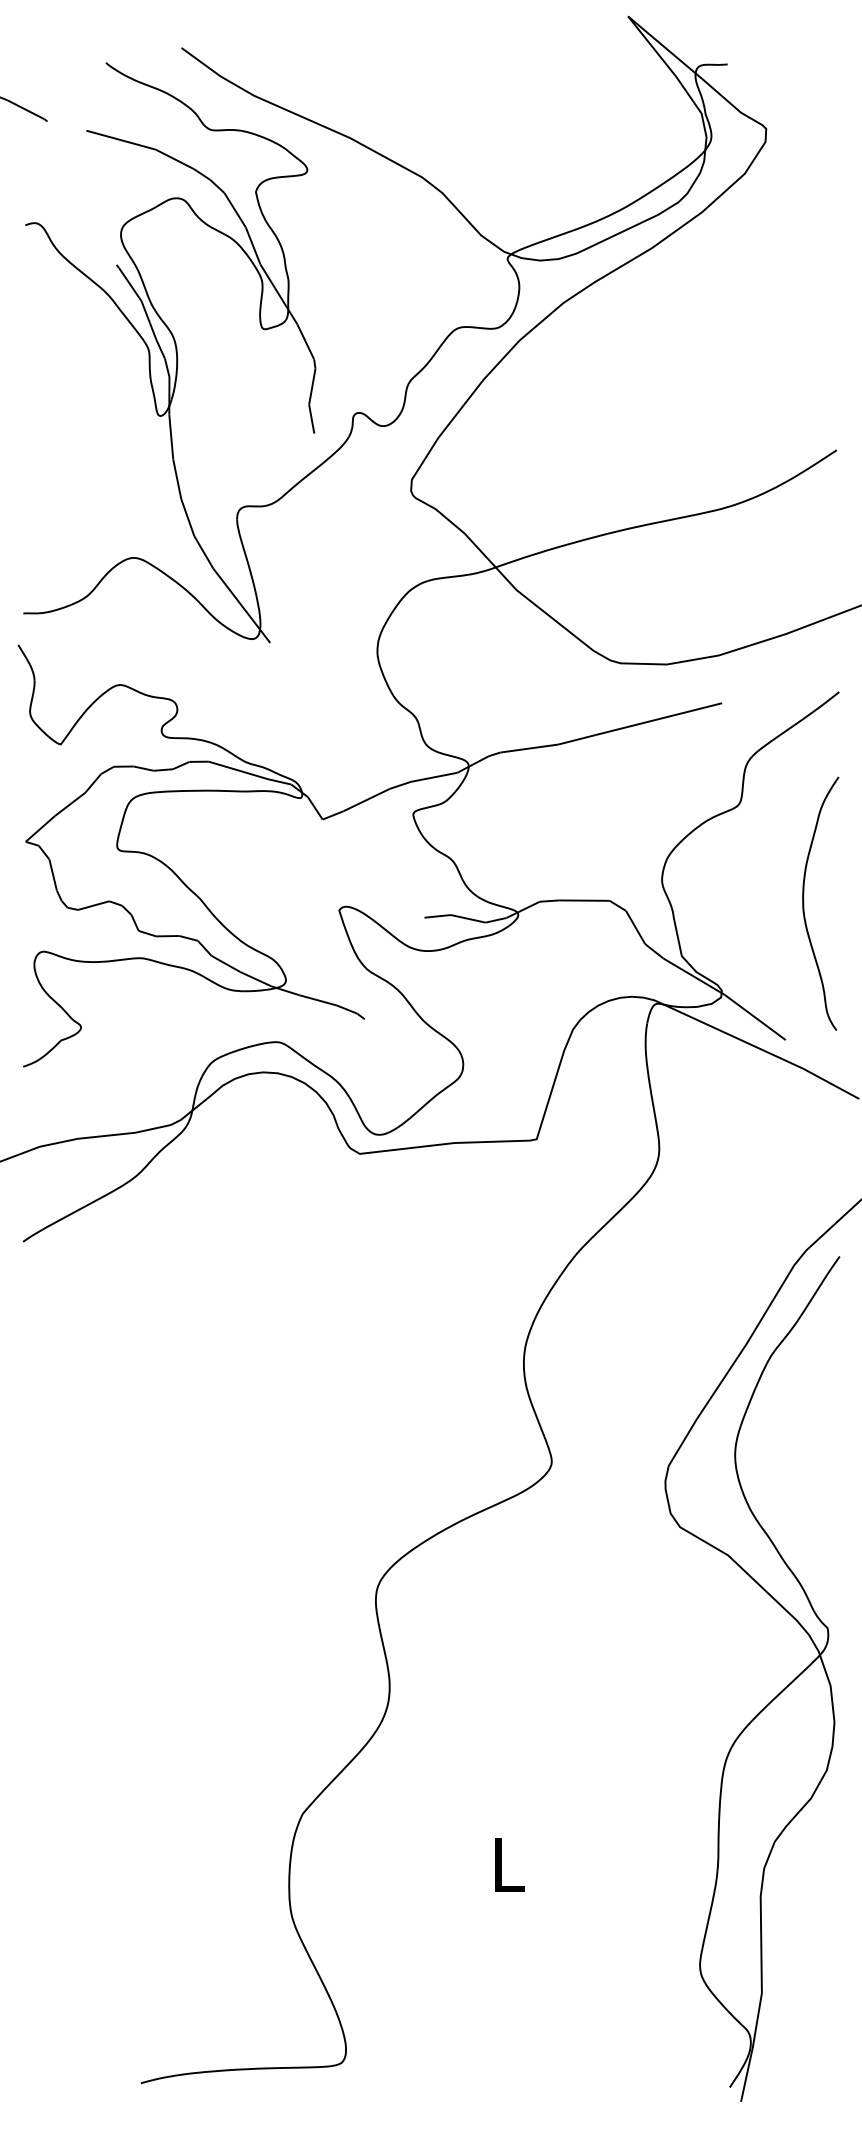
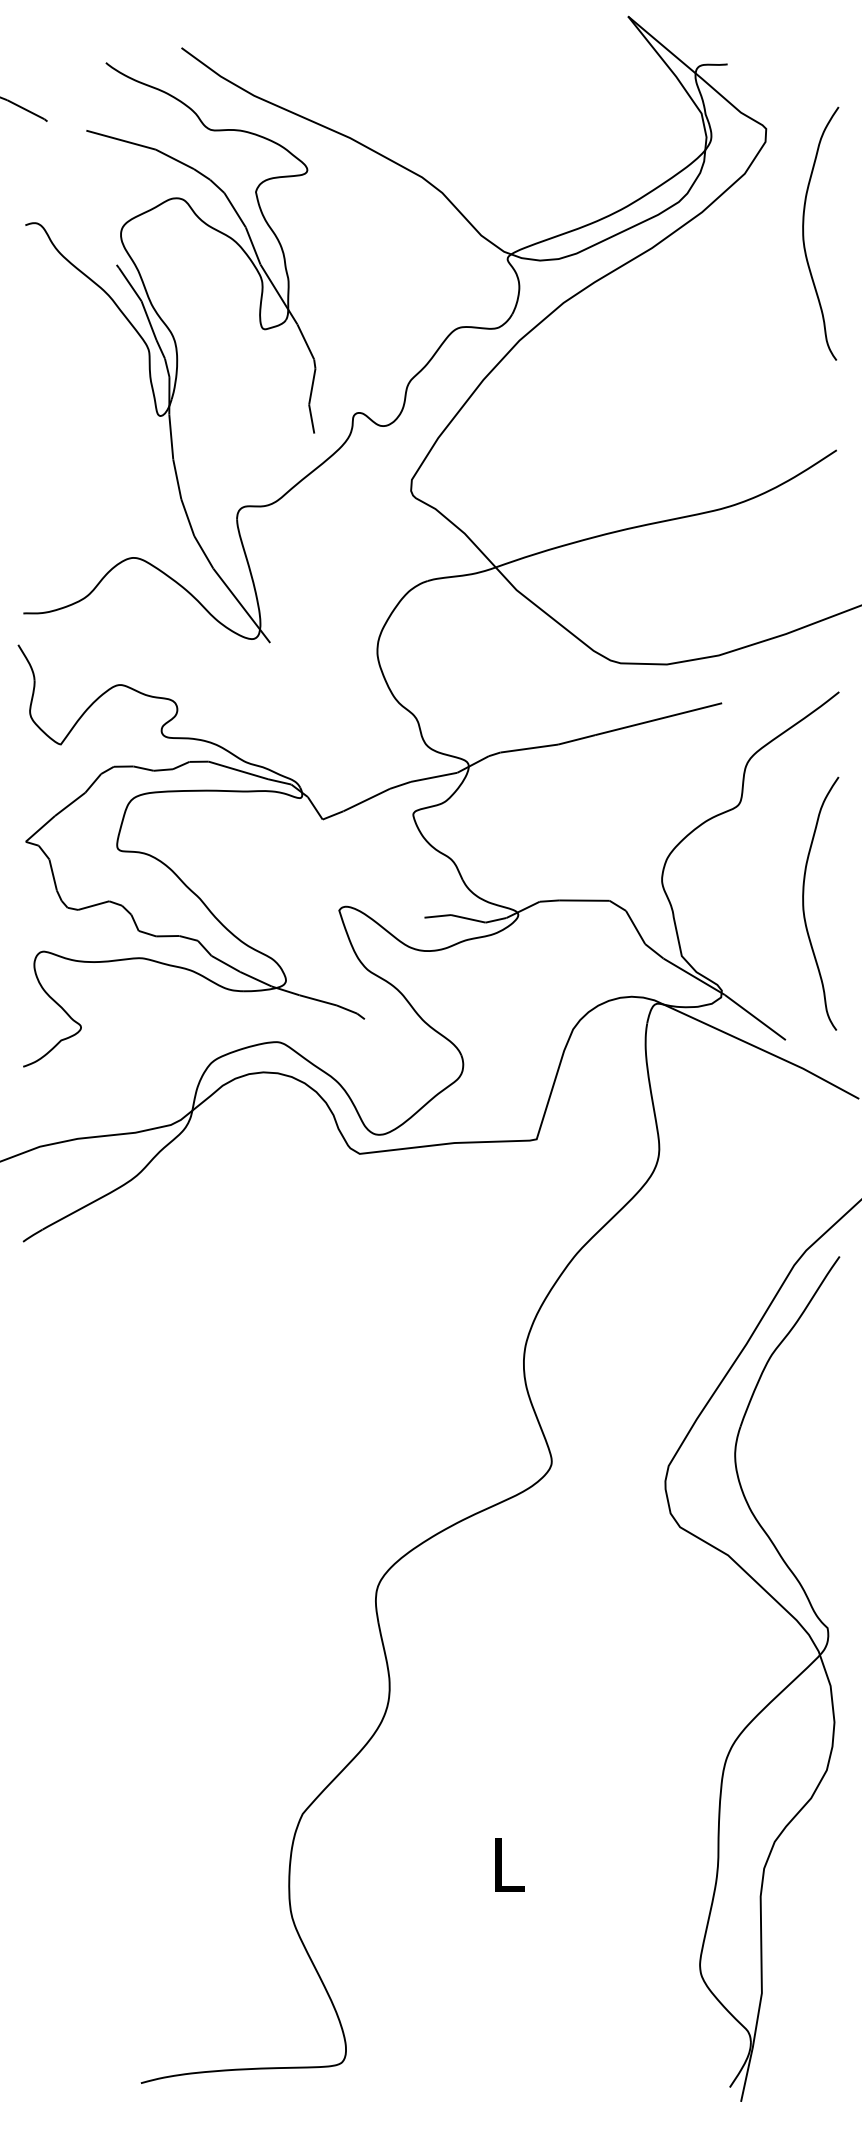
curve at (804, 233): none -> present
